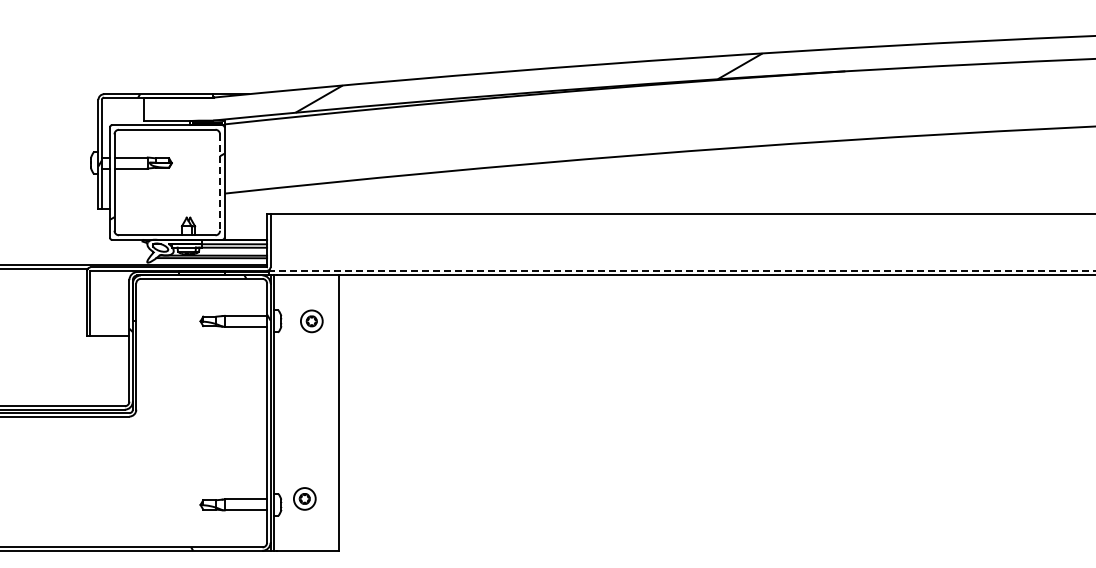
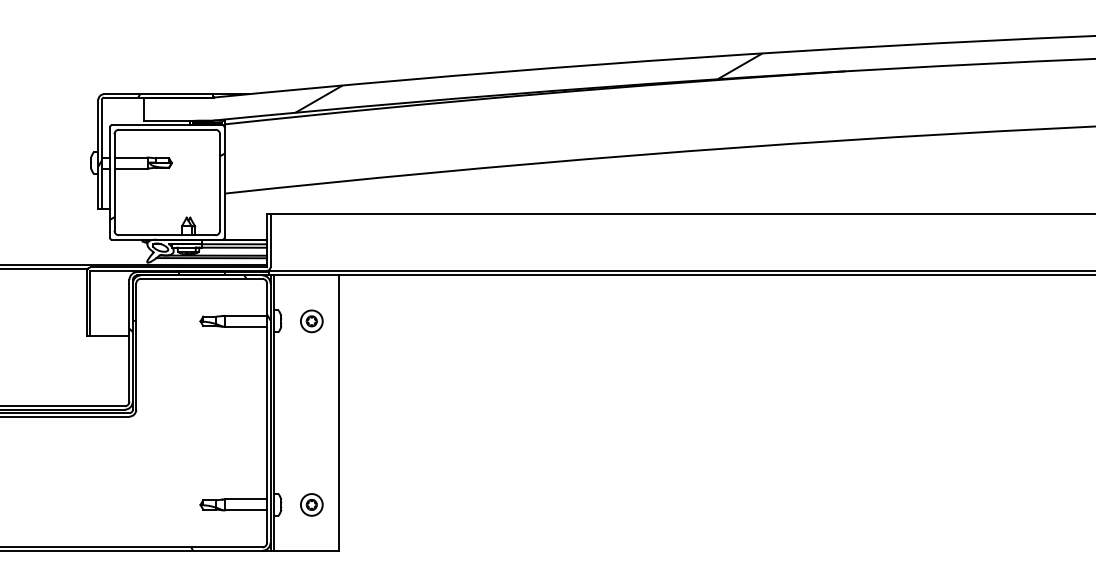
line at (220, 183): dashed -> solid
line at (680, 270): dashed -> solid
part at (304, 498) position: (304, 498) -> (311, 504)
